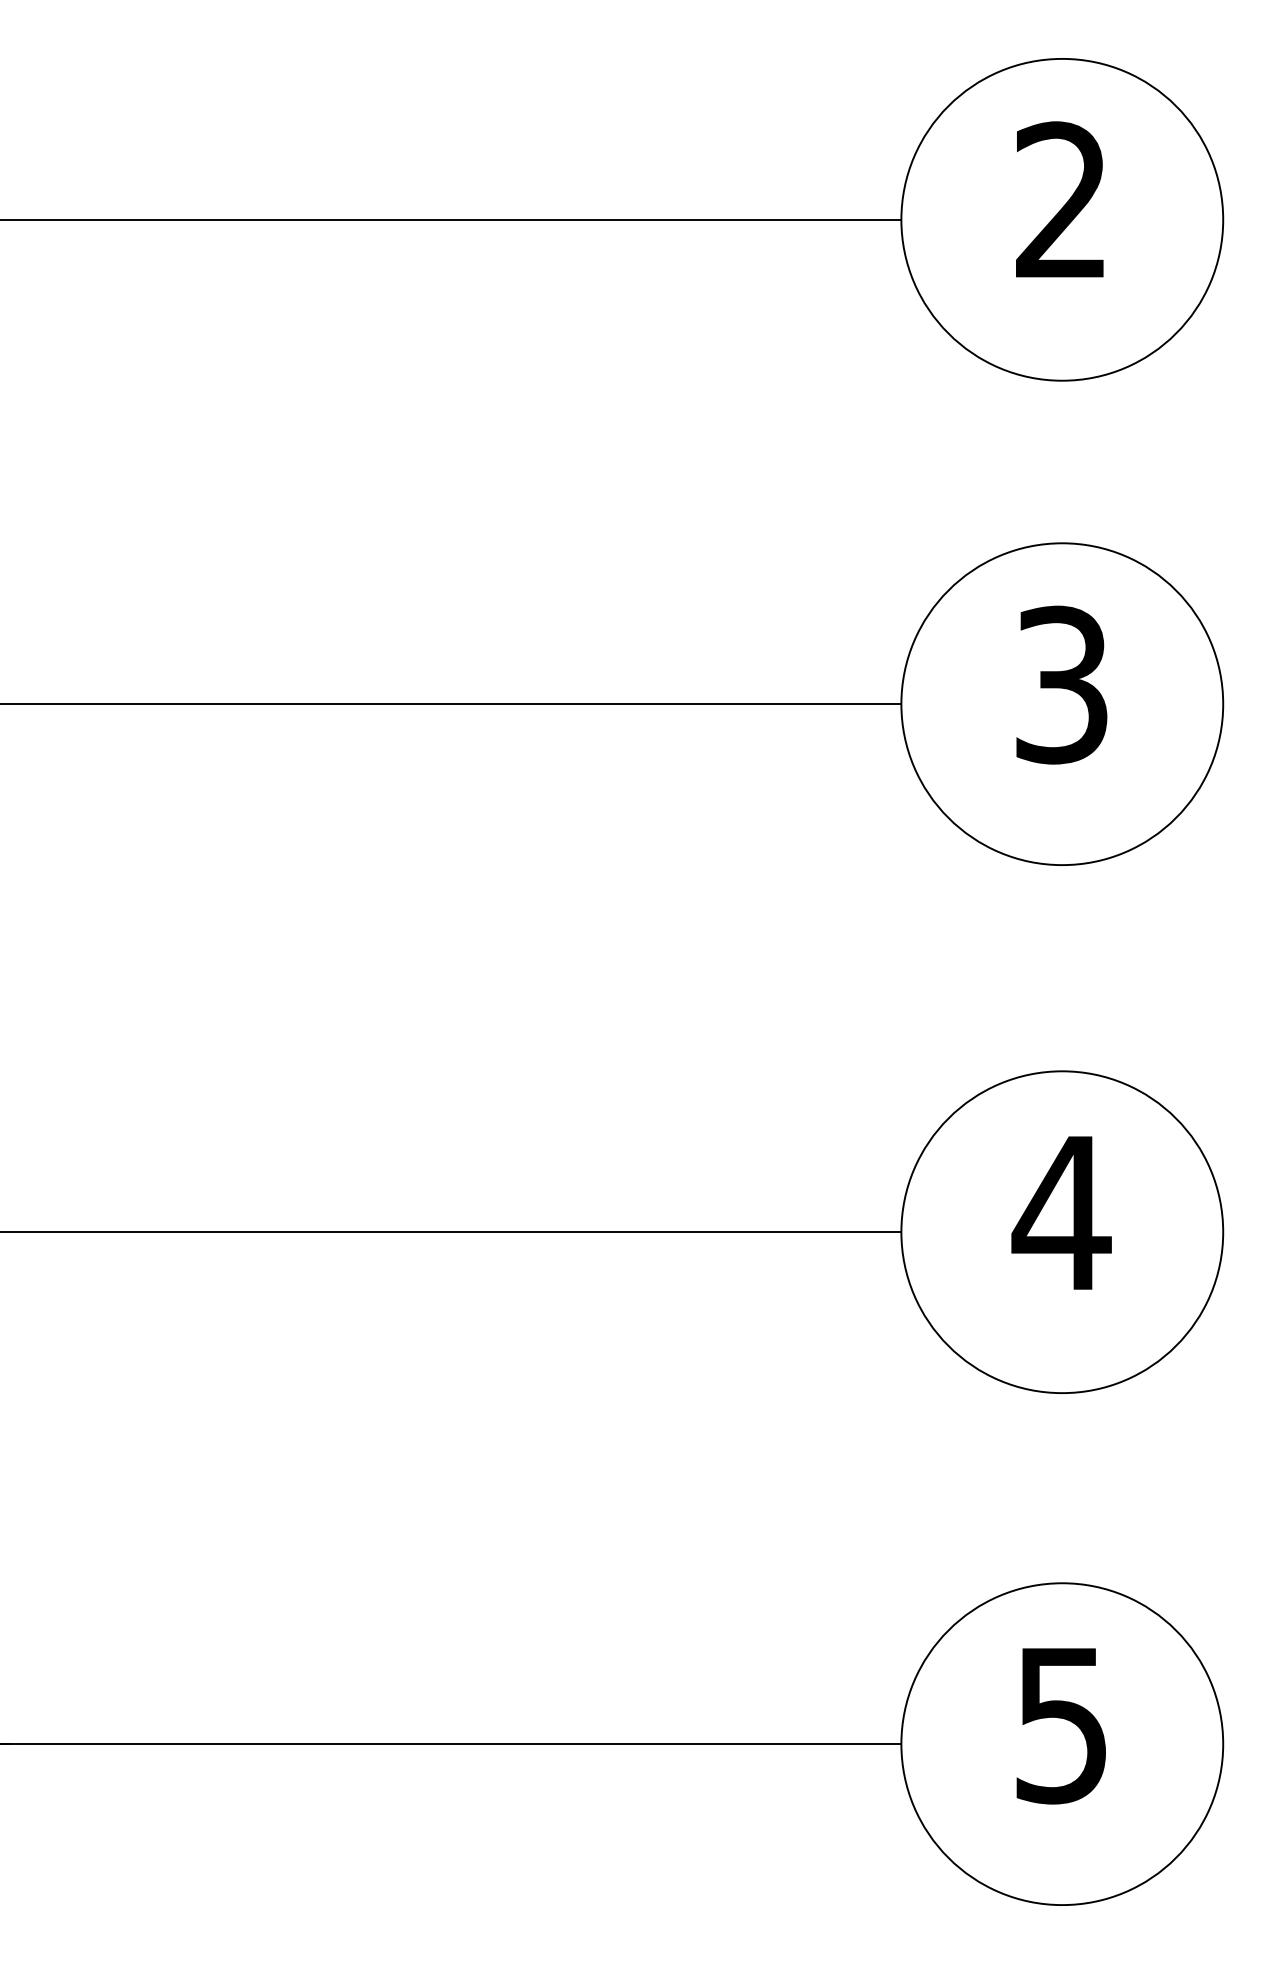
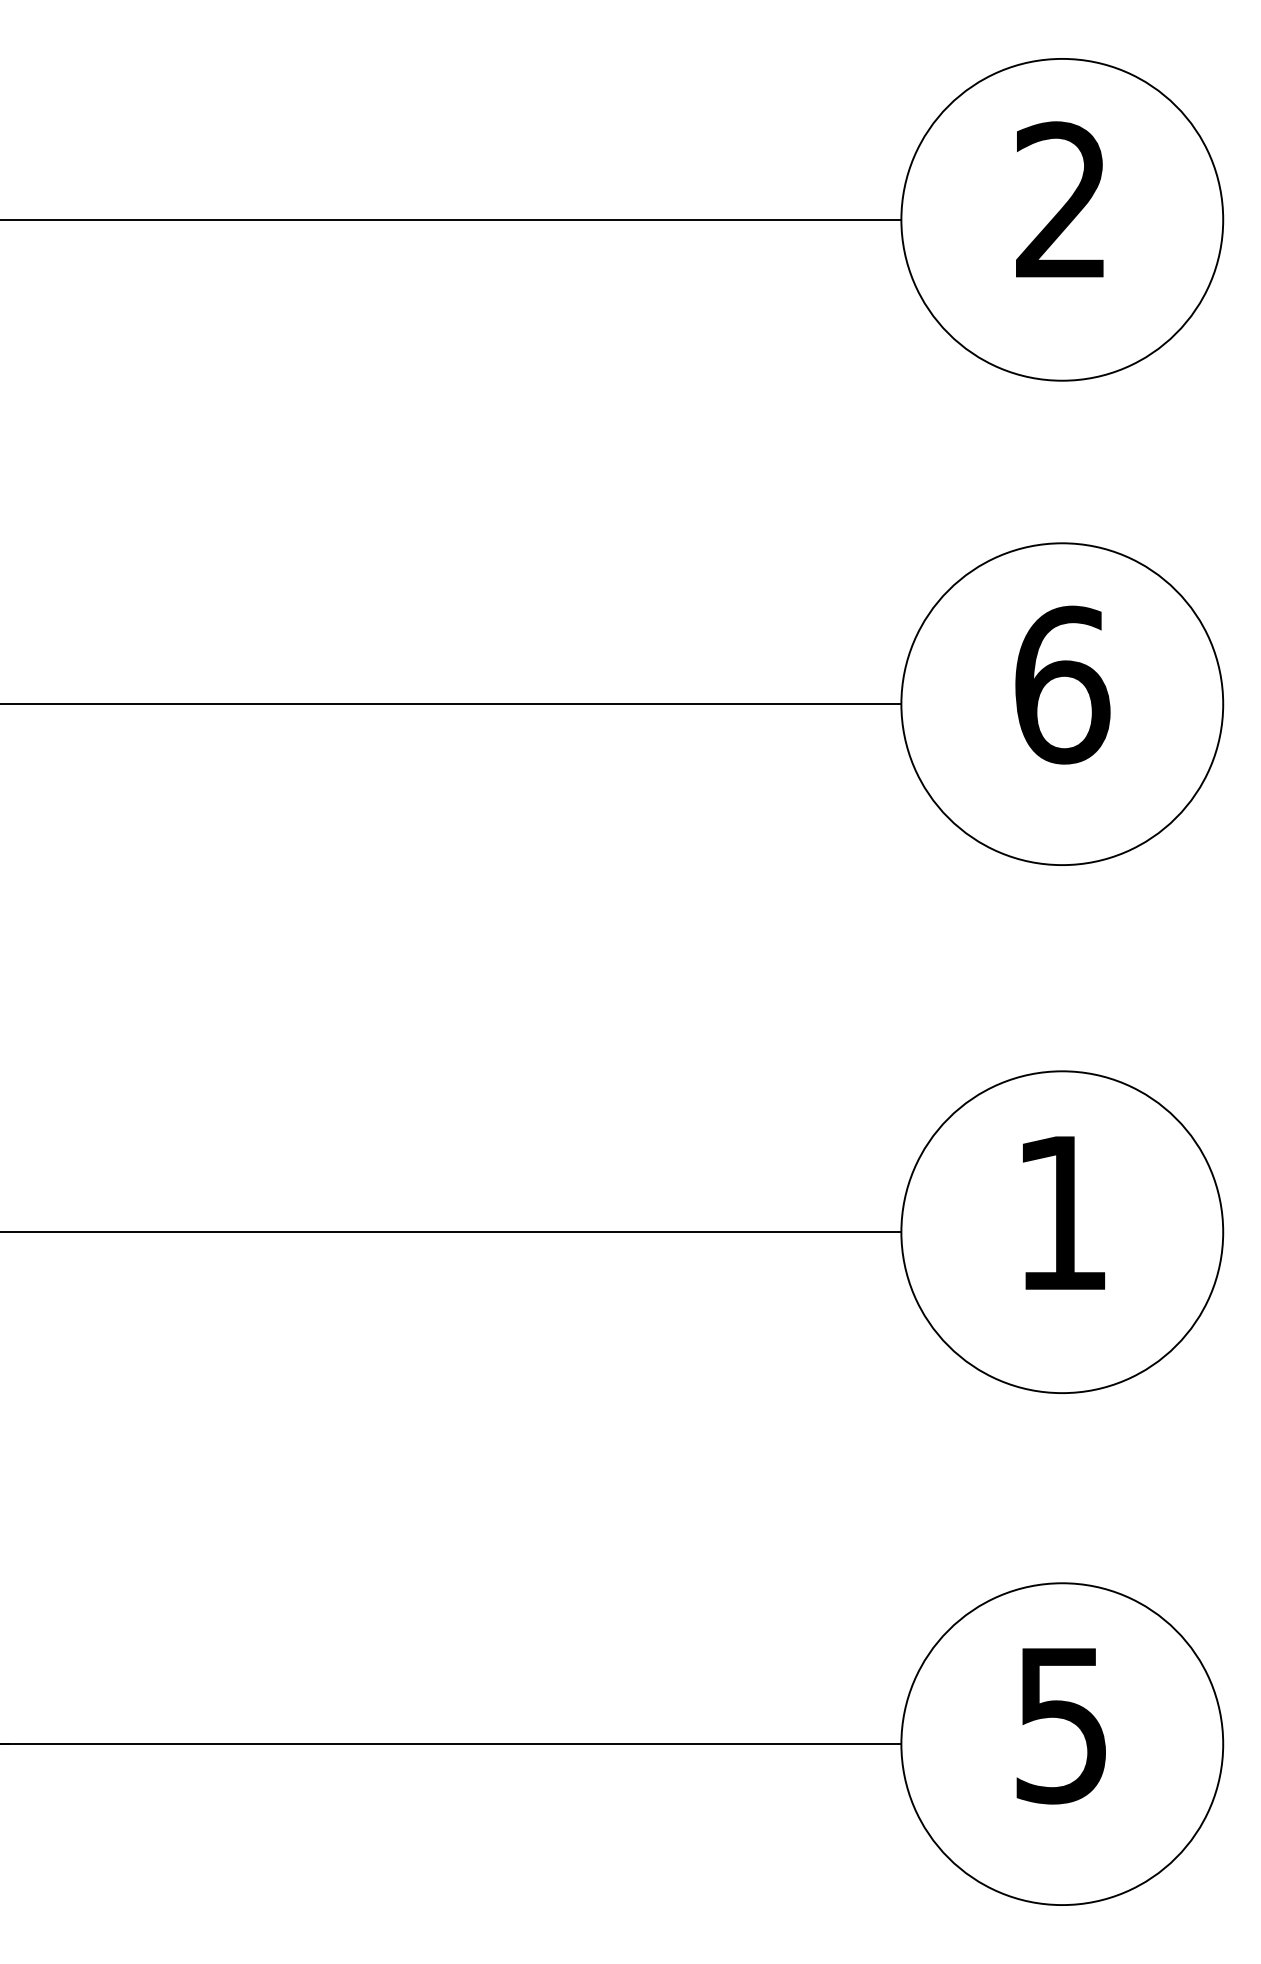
text at (1062, 684): 3 -> 6
text at (1061, 1212): 4 -> 1
